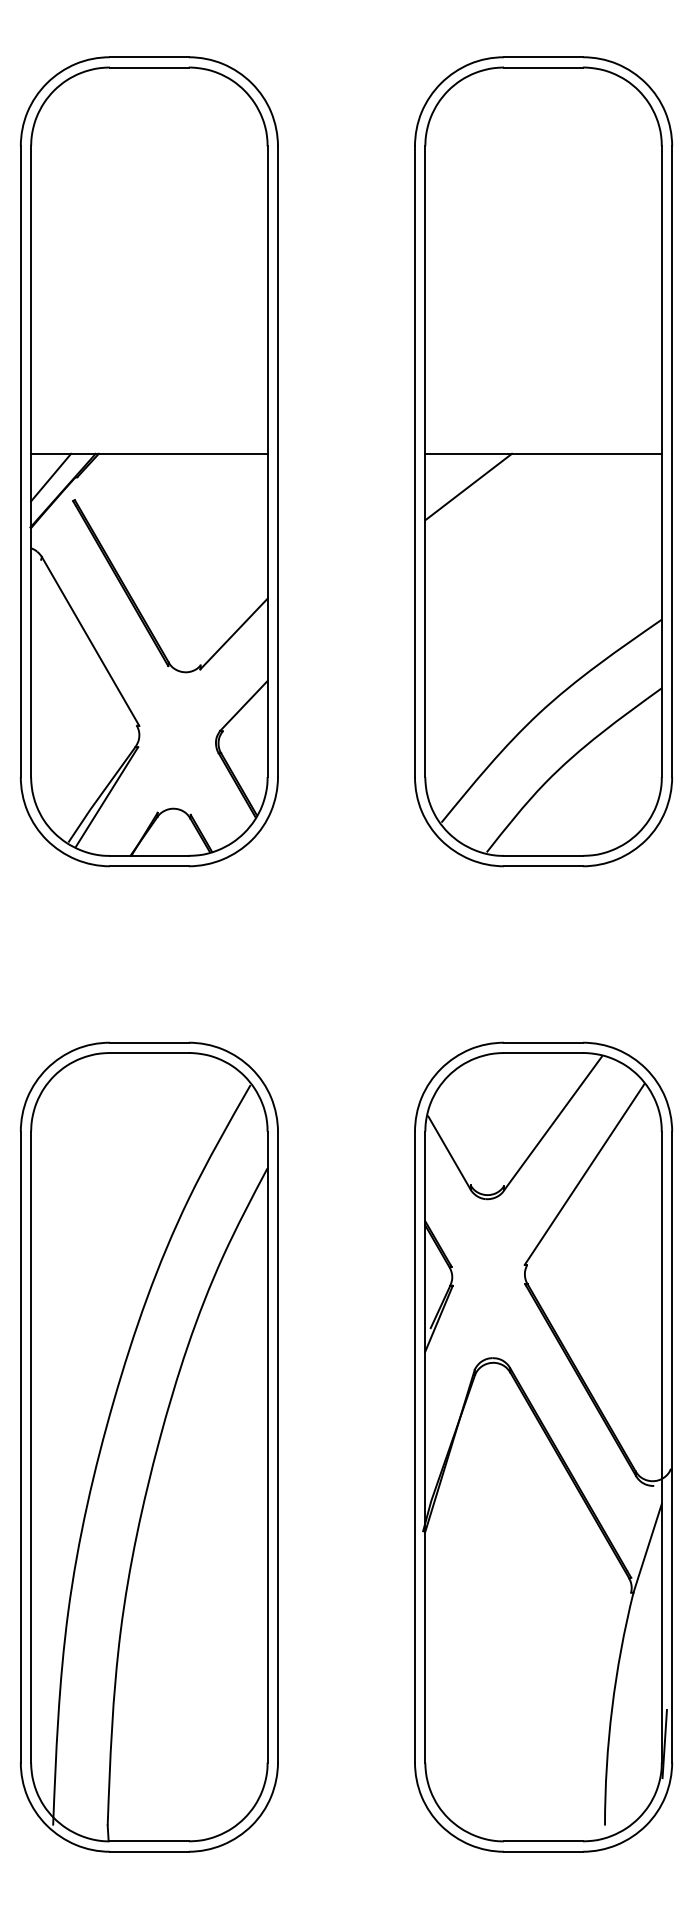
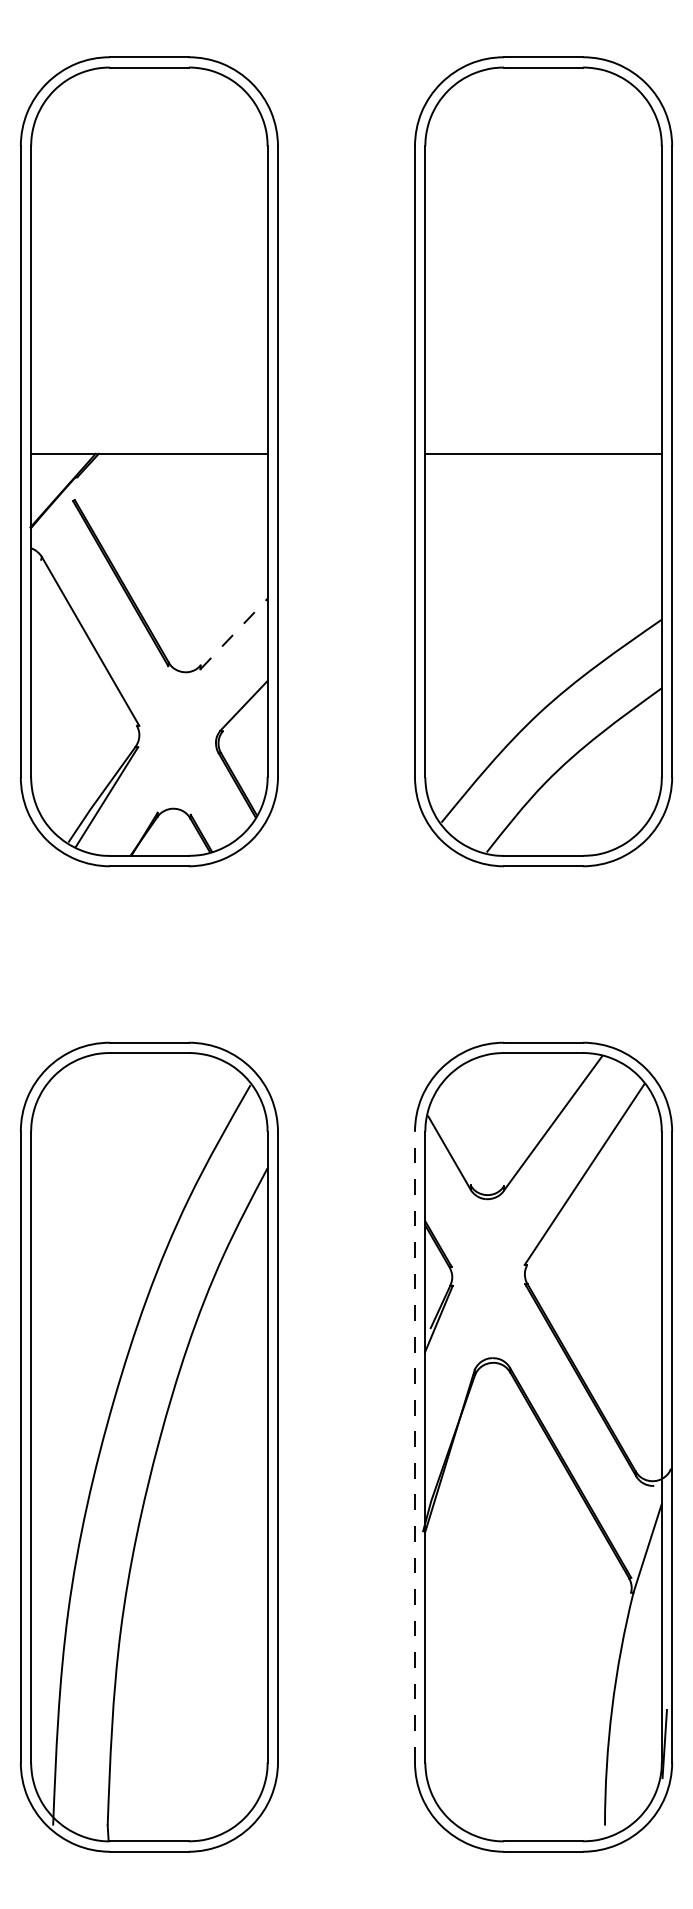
line at (51, 477): present -> none
line at (468, 486): present -> none
line at (234, 634): solid -> dashed
line at (415, 1446): solid -> dashed
